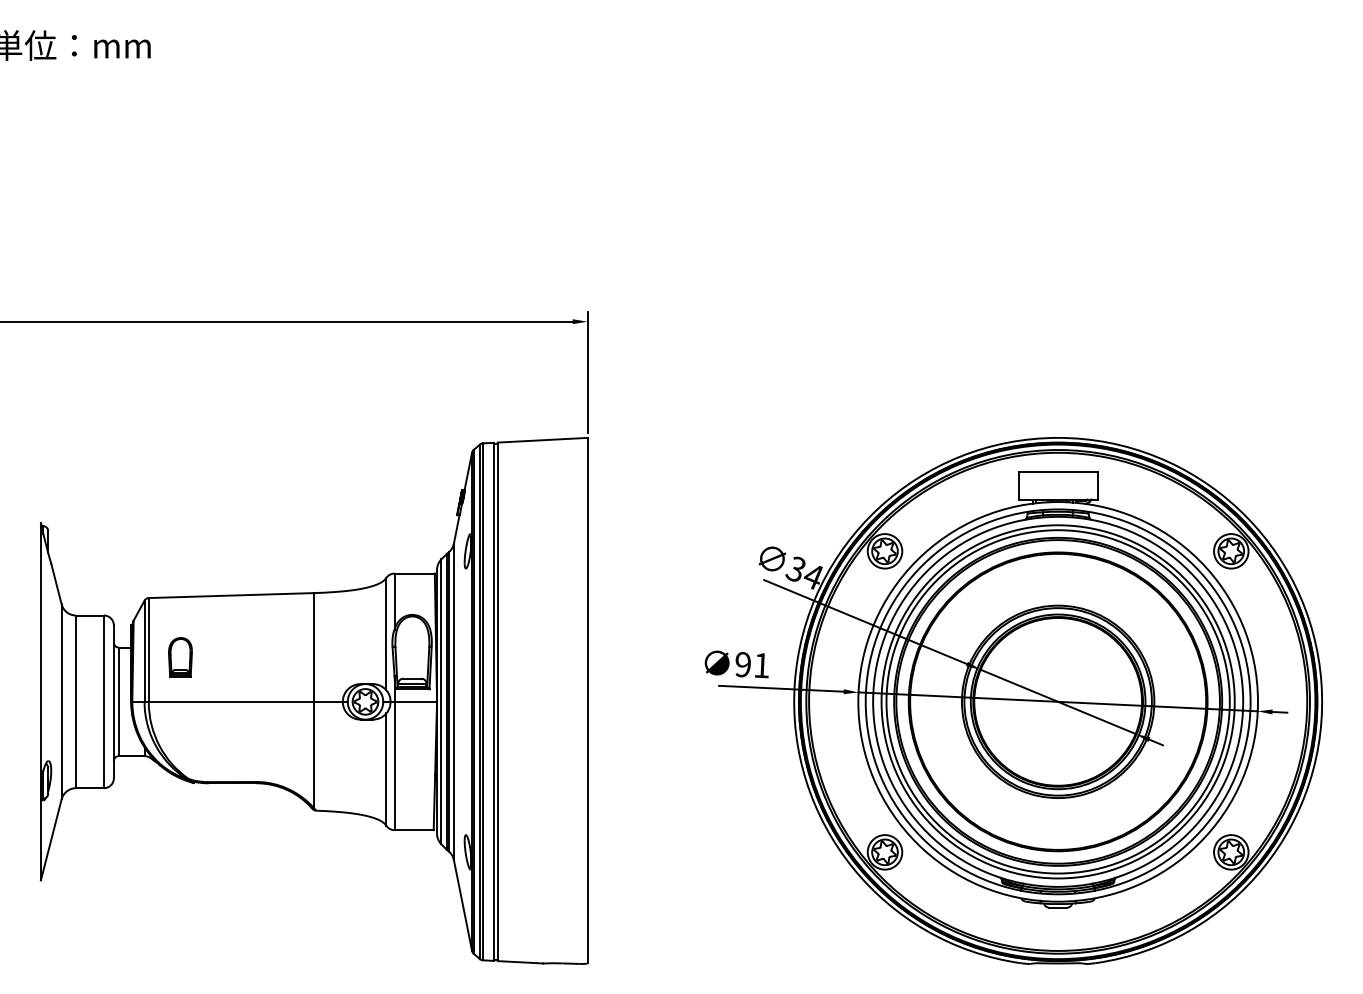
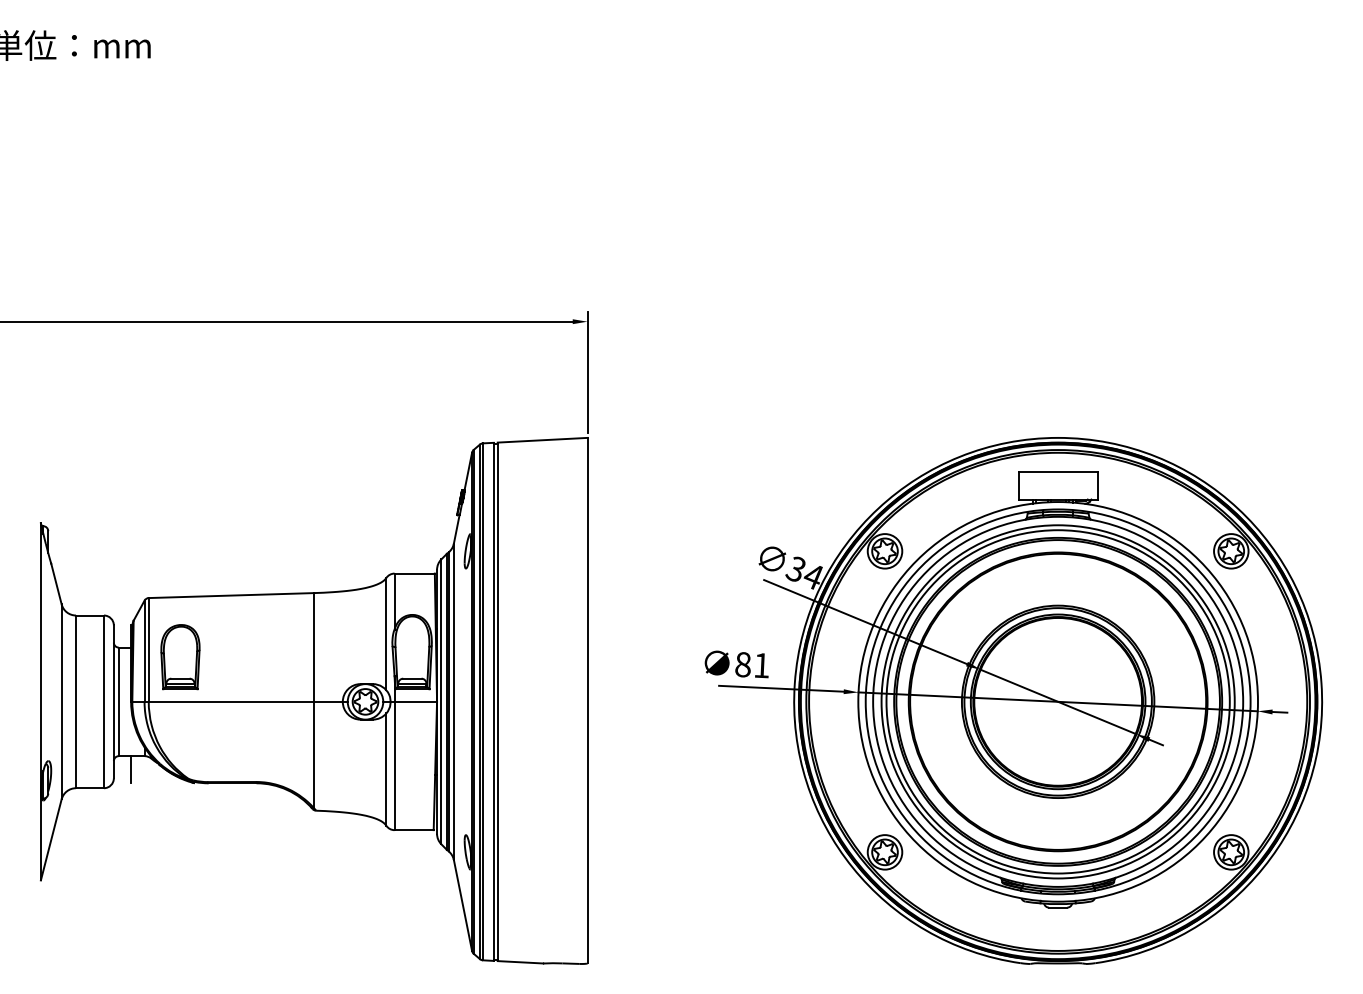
part at (180, 657) size: 25x41 px -> 41x67 px
text at (742, 664): 91 -> 81
line at (131, 769): none -> present
